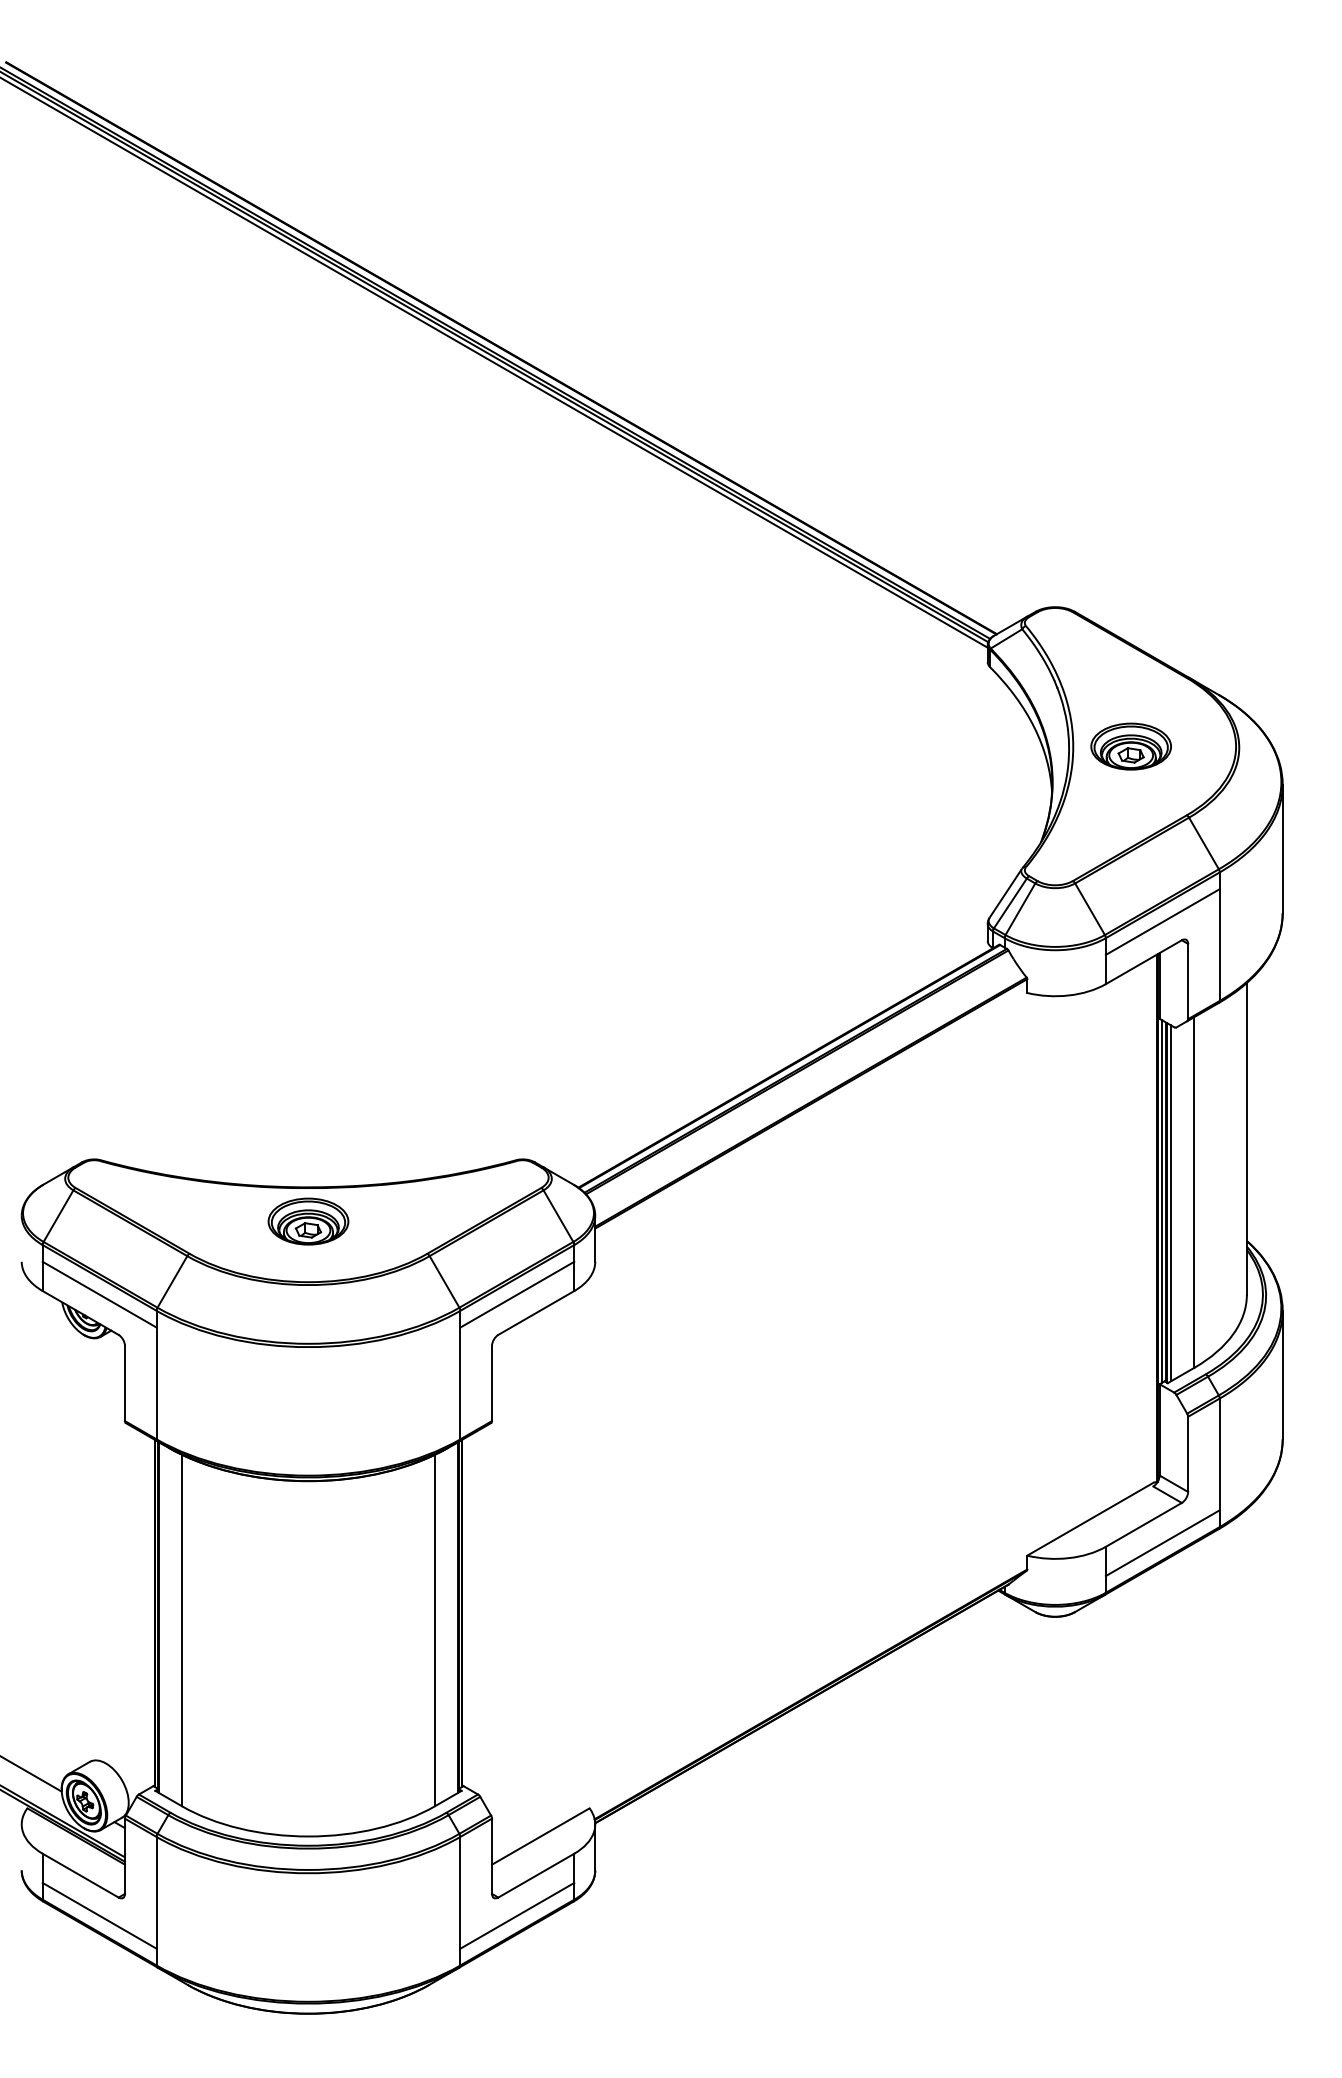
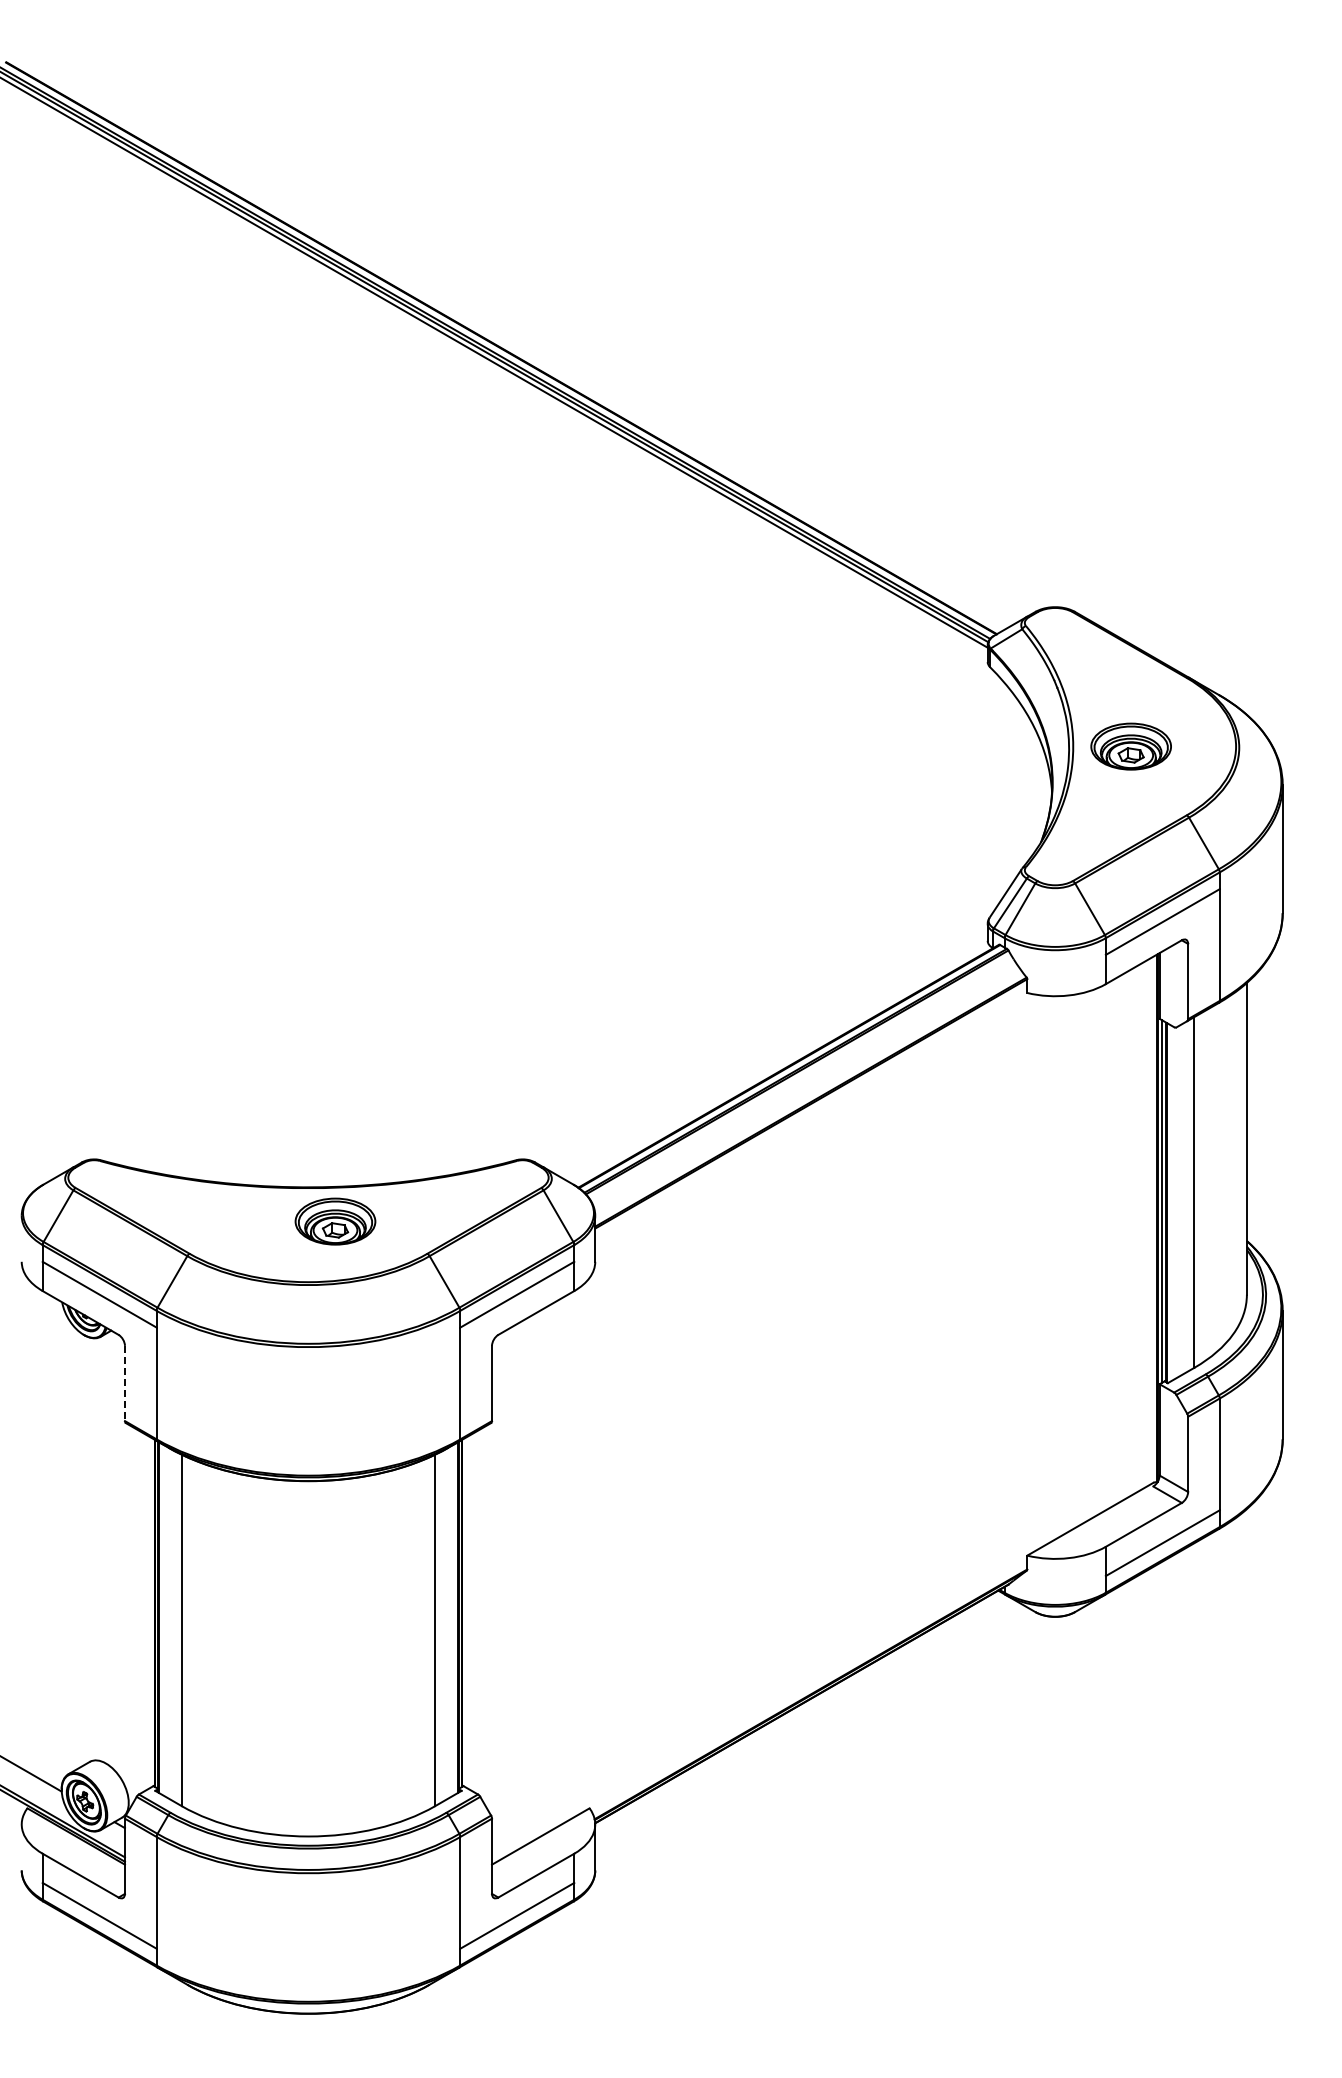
line at (1171, 1203): present -> none
part at (308, 1221) position: (308, 1221) -> (335, 1221)
line at (124, 1383): solid -> dashed
